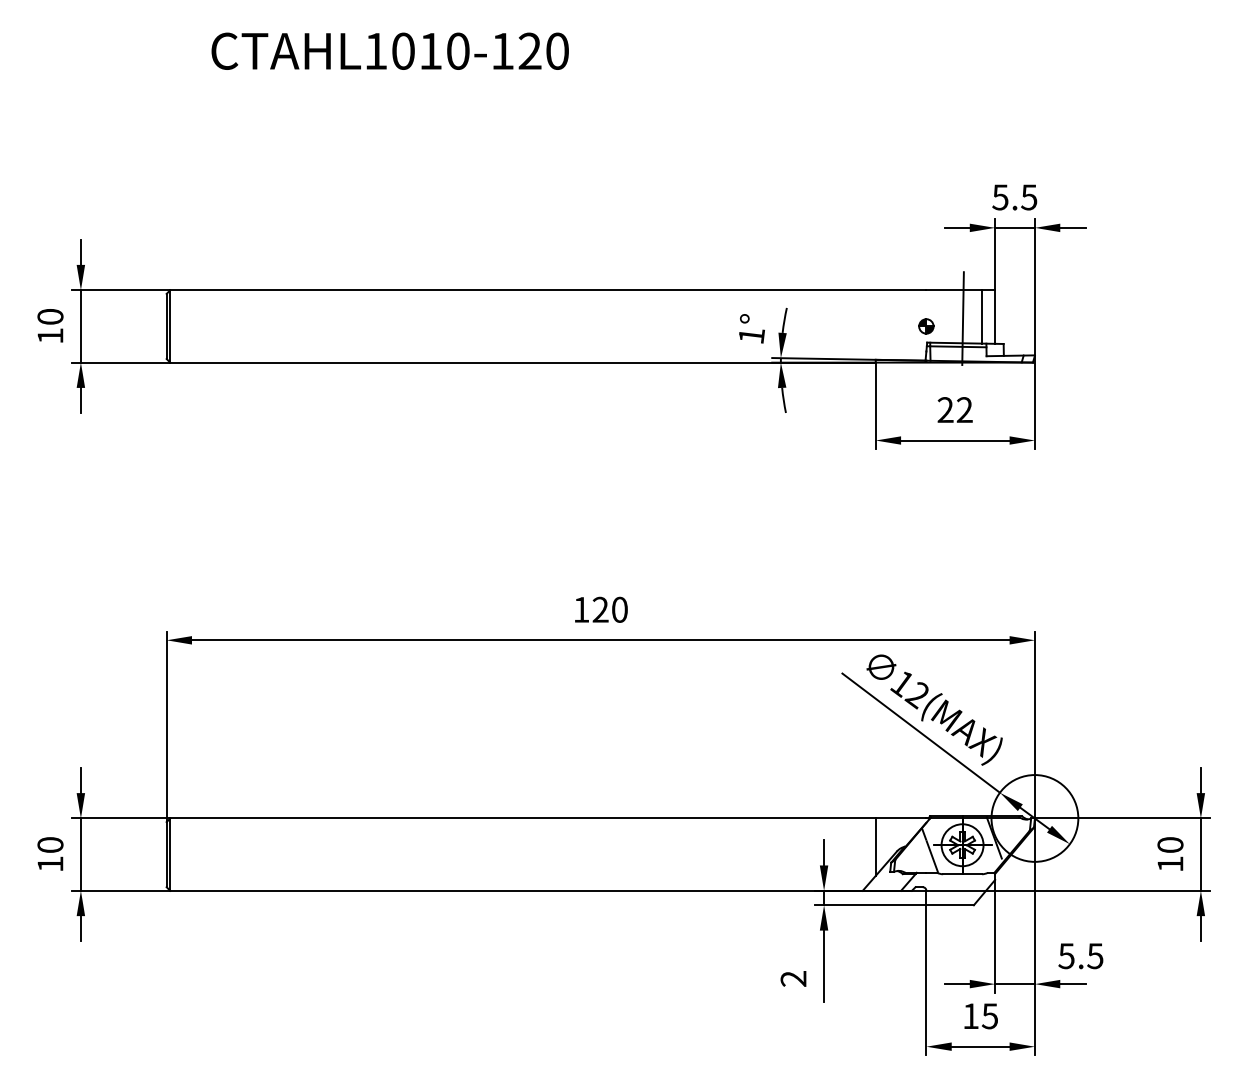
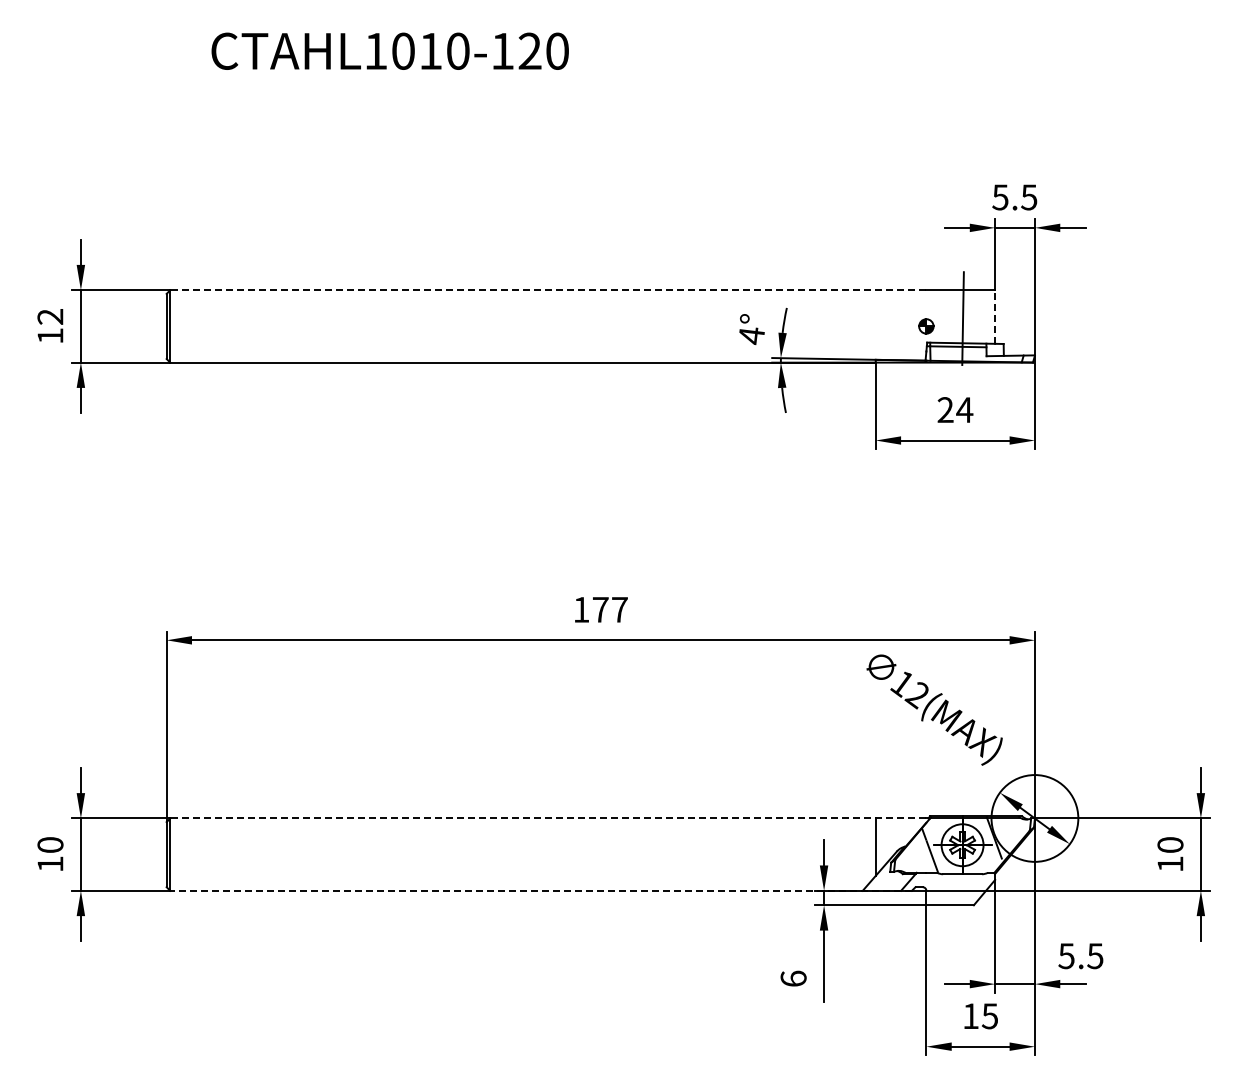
line at (547, 290): solid -> dashed
text at (50, 316): 10 -> 12
line at (981, 316): present -> none
line at (995, 317): solid -> dashed
text at (751, 336): 1° -> 4°
text at (964, 409): 22 -> 24
text at (609, 609): 120 -> 177
line at (920, 732): present -> none
line at (547, 818): solid -> dashed
line at (541, 890): solid -> dashed
text at (793, 978): 2 -> 6
